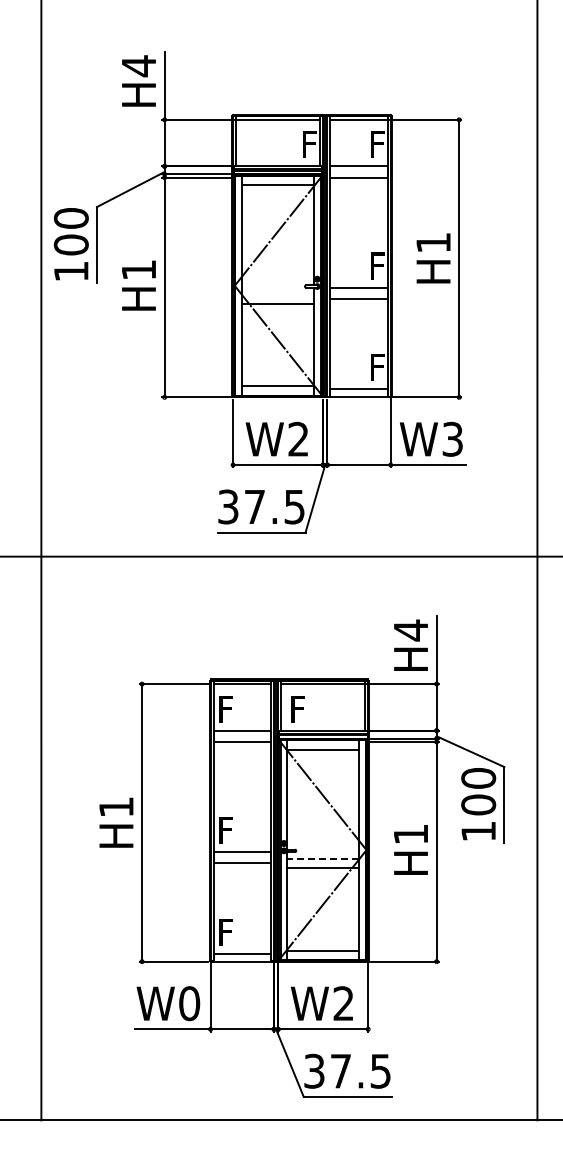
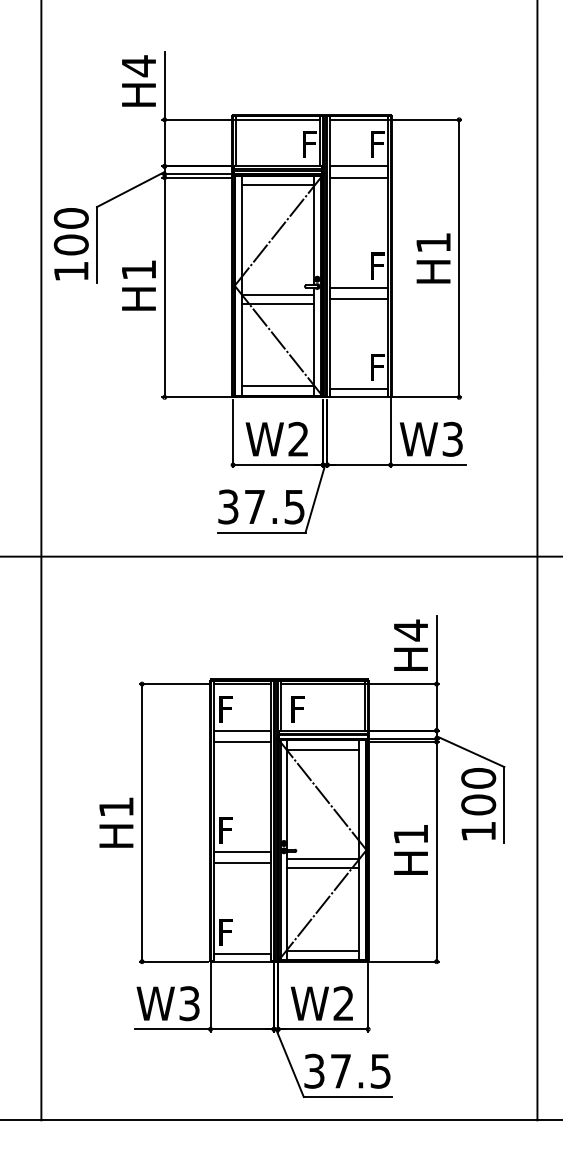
line at (277, 295): none -> present
line at (322, 859): dashed -> solid
text at (189, 1003): W0 -> W3
